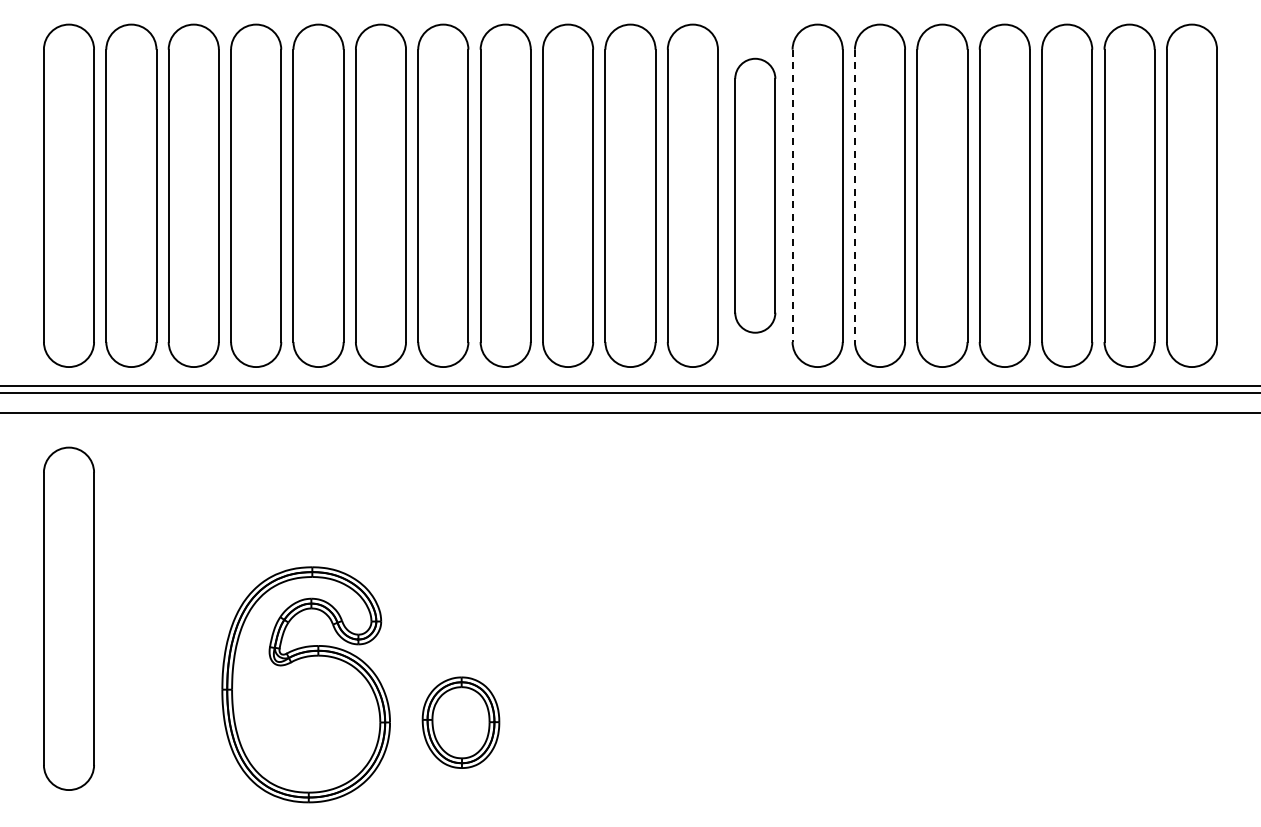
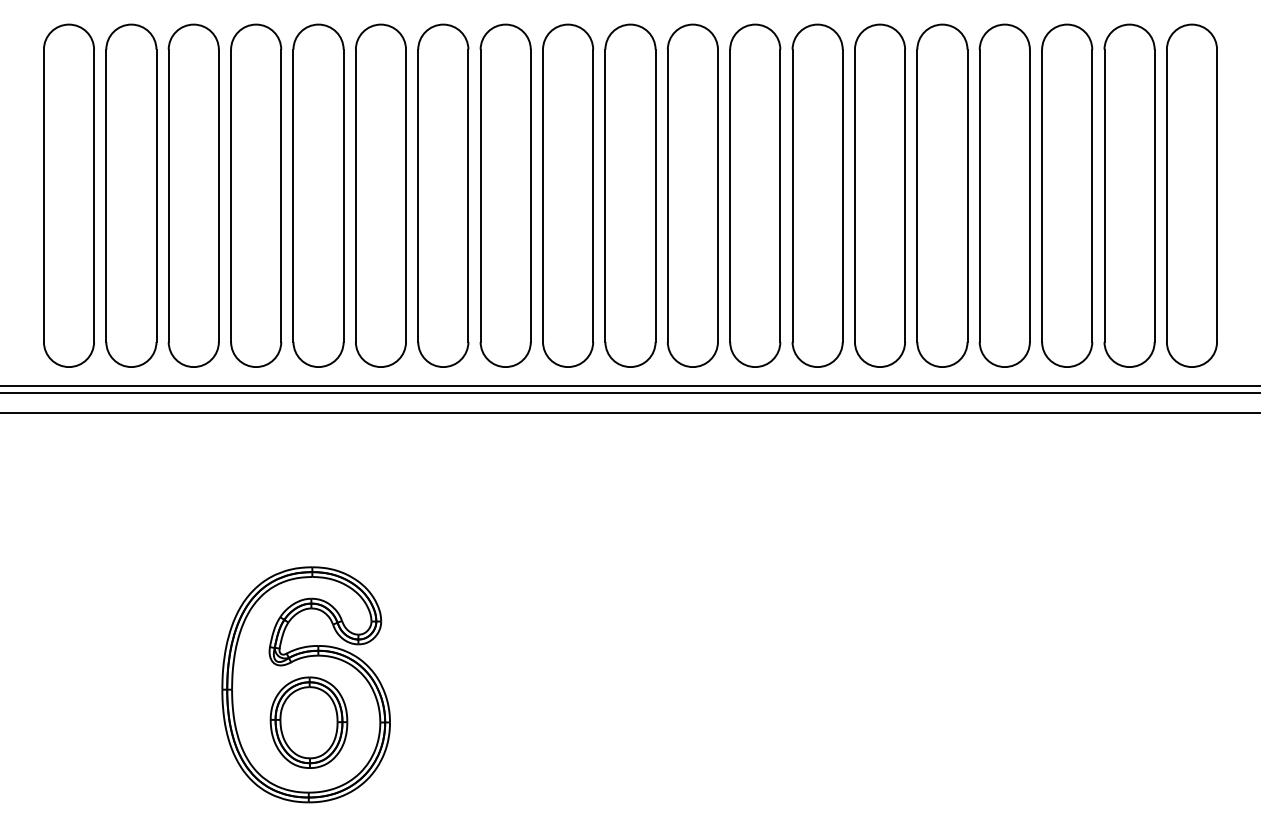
part at (755, 195) size: 43x277 px -> 53x345 px
line at (792, 196): dashed -> solid
line at (854, 196): dashed -> solid
part at (68, 618): present -> none
part at (460, 722) position: (460, 722) -> (308, 722)
